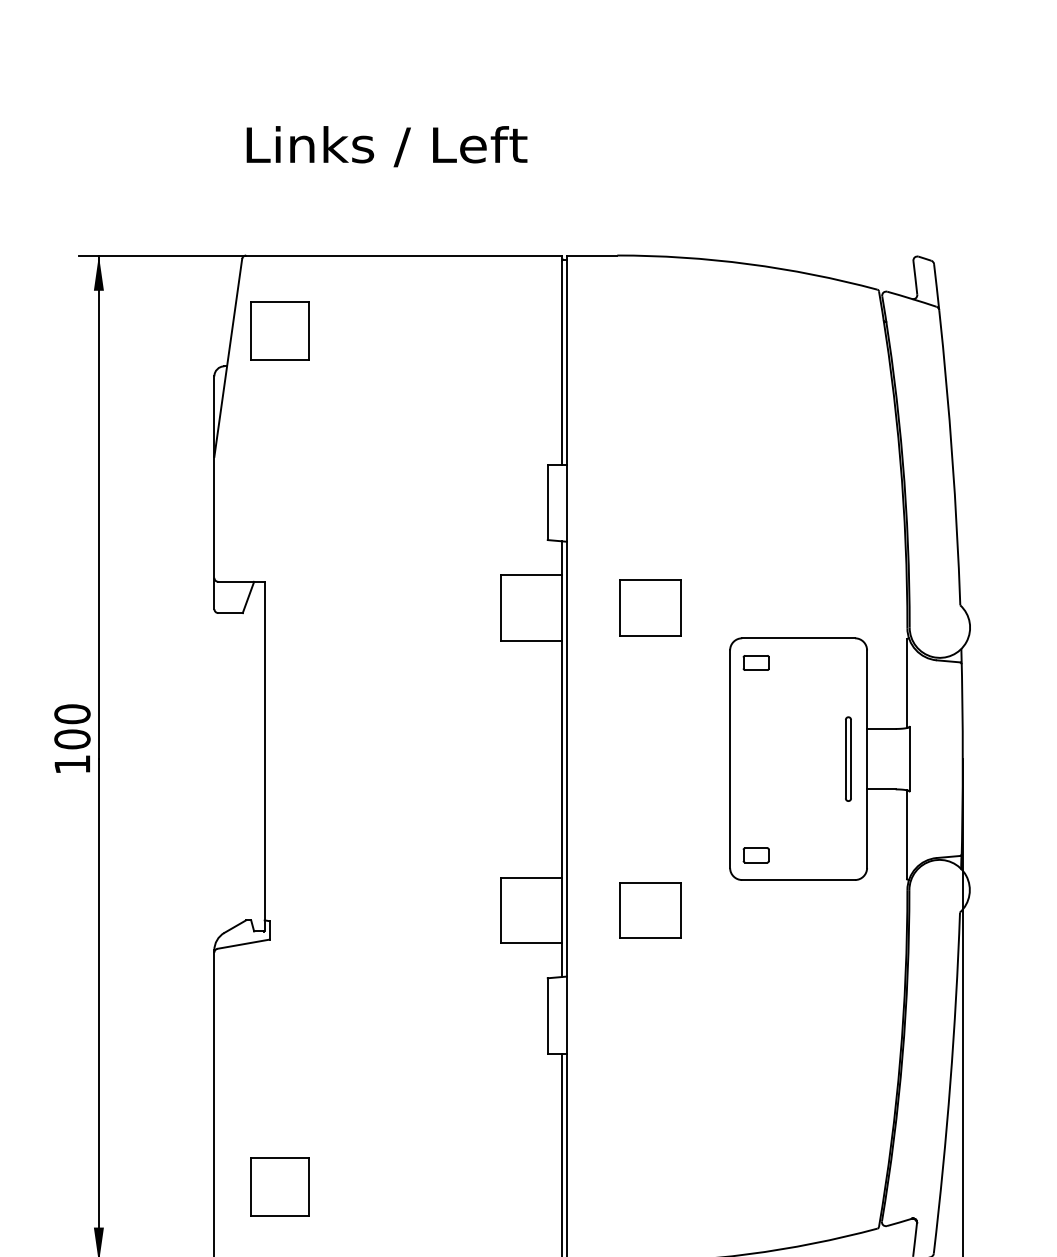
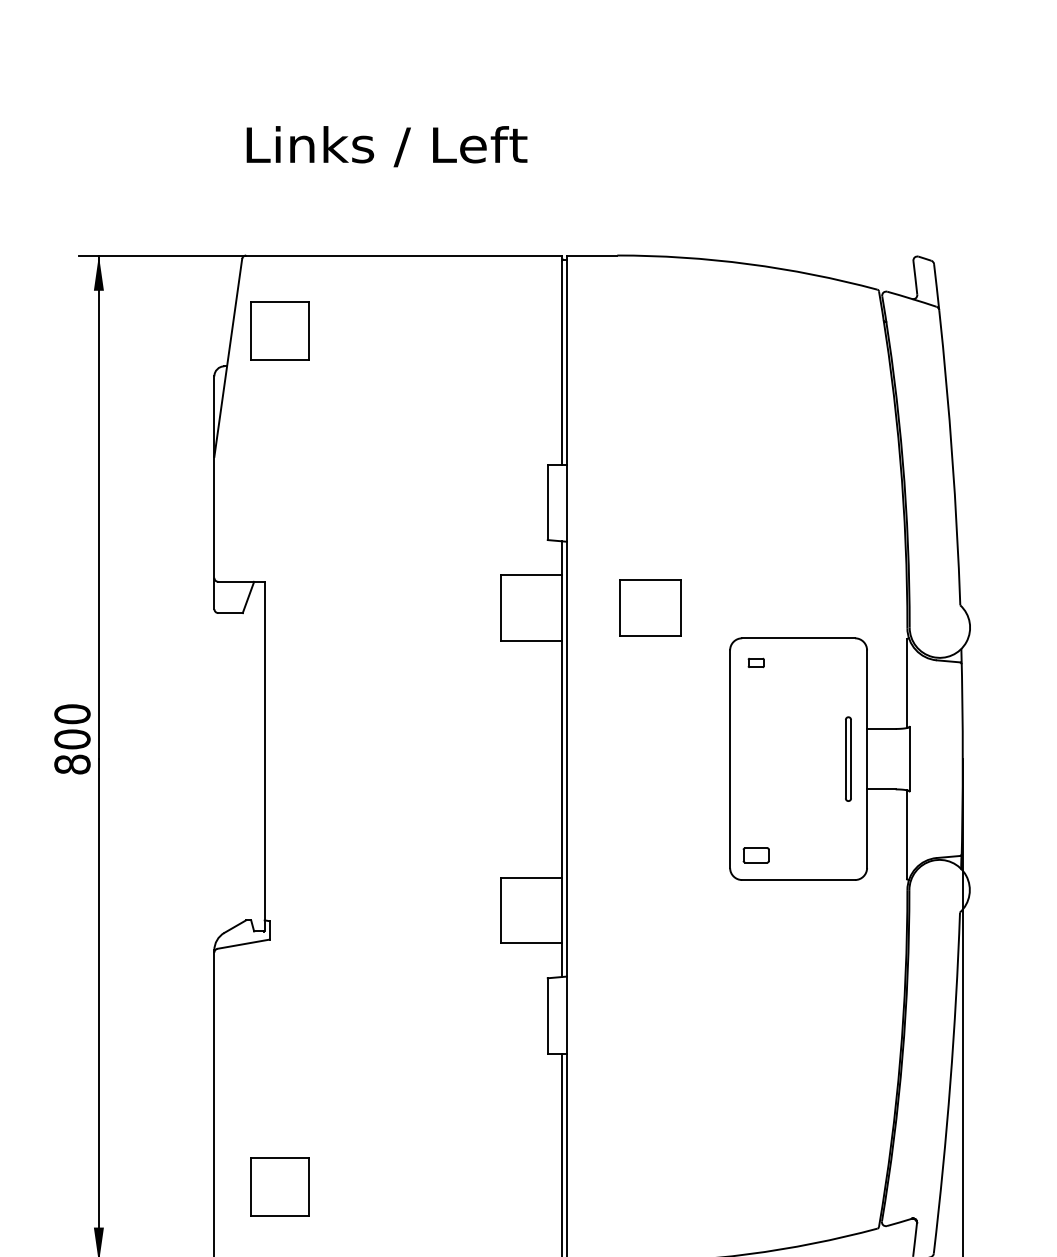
part at (755, 662) size: 28x16 px -> 18x12 px
text at (72, 764): 100 -> 800
part at (650, 910): present -> none
